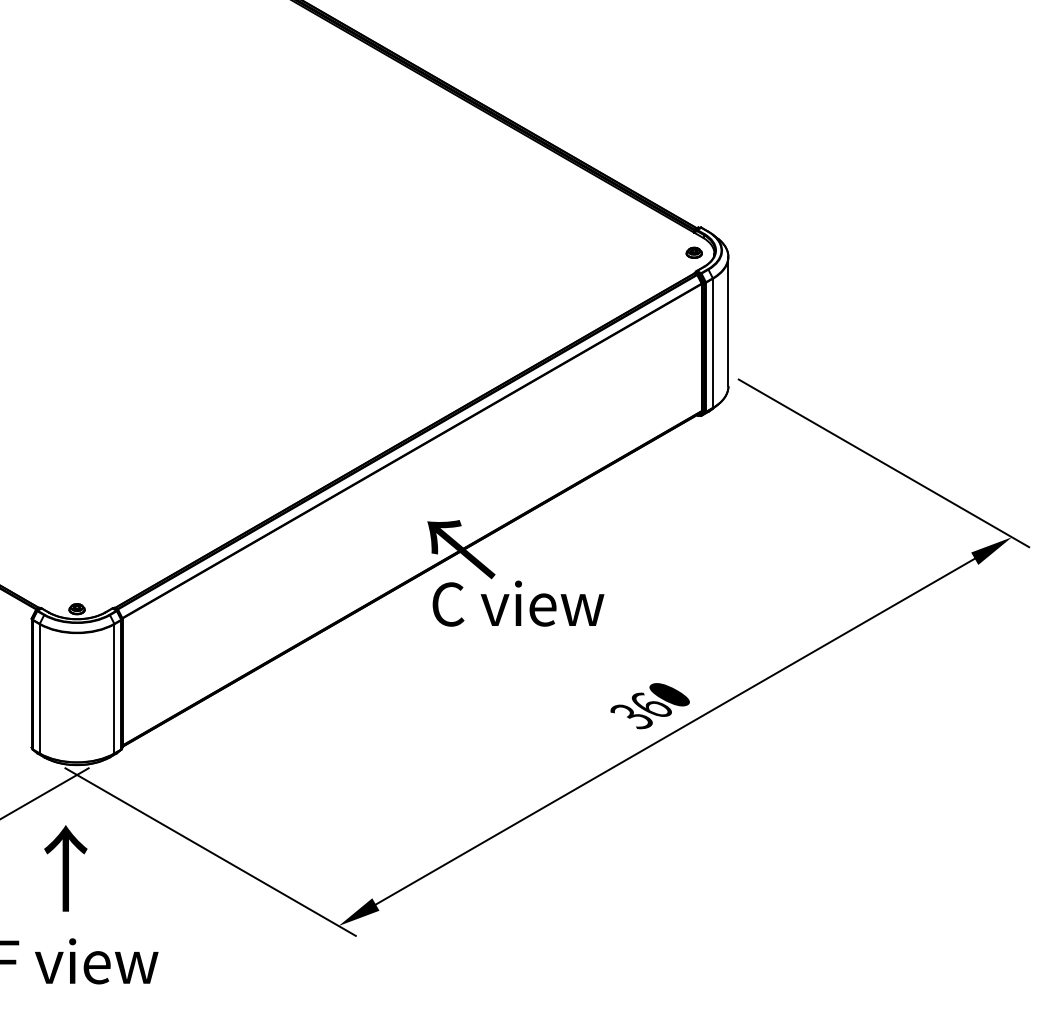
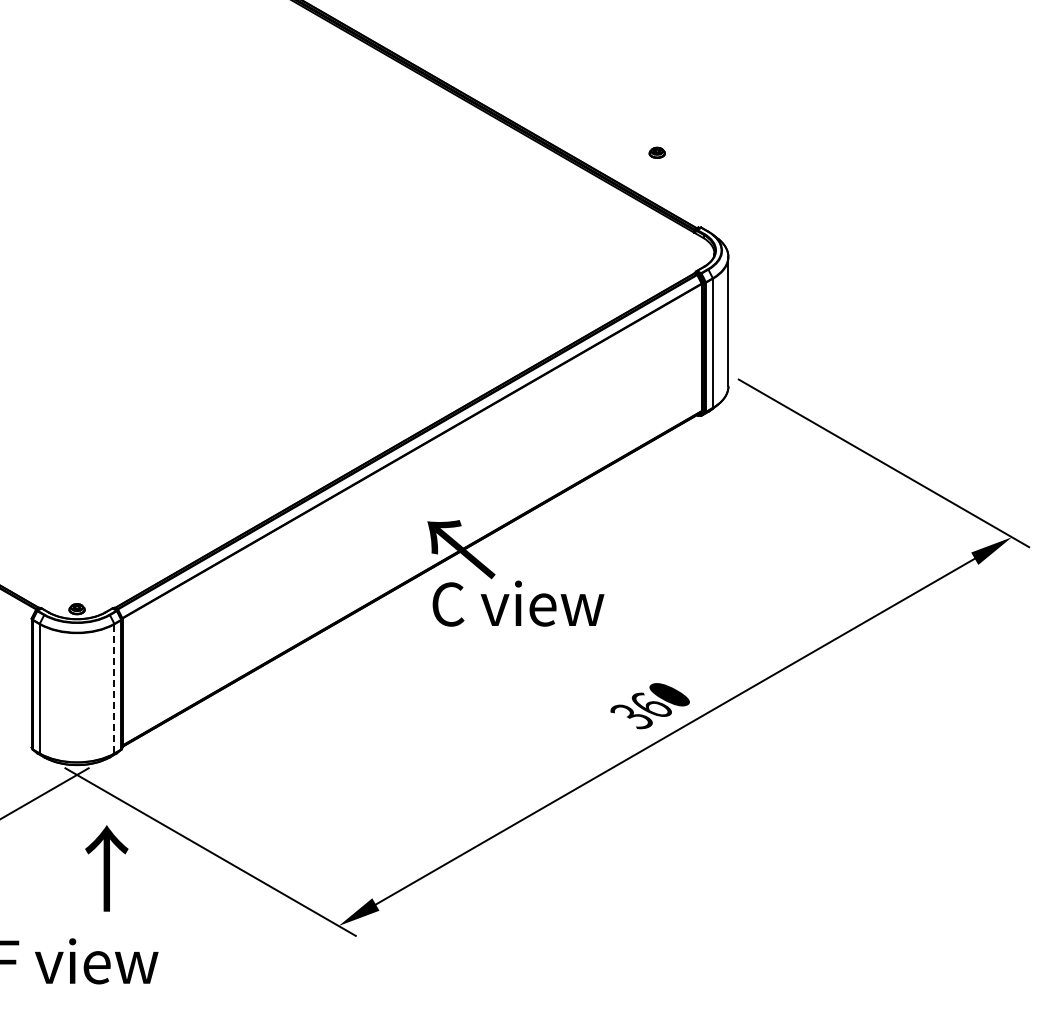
part at (693, 252) position: (693, 252) -> (656, 152)
line at (114, 688): solid -> dashed
text at (65, 868) position: (65, 868) -> (106, 868)
